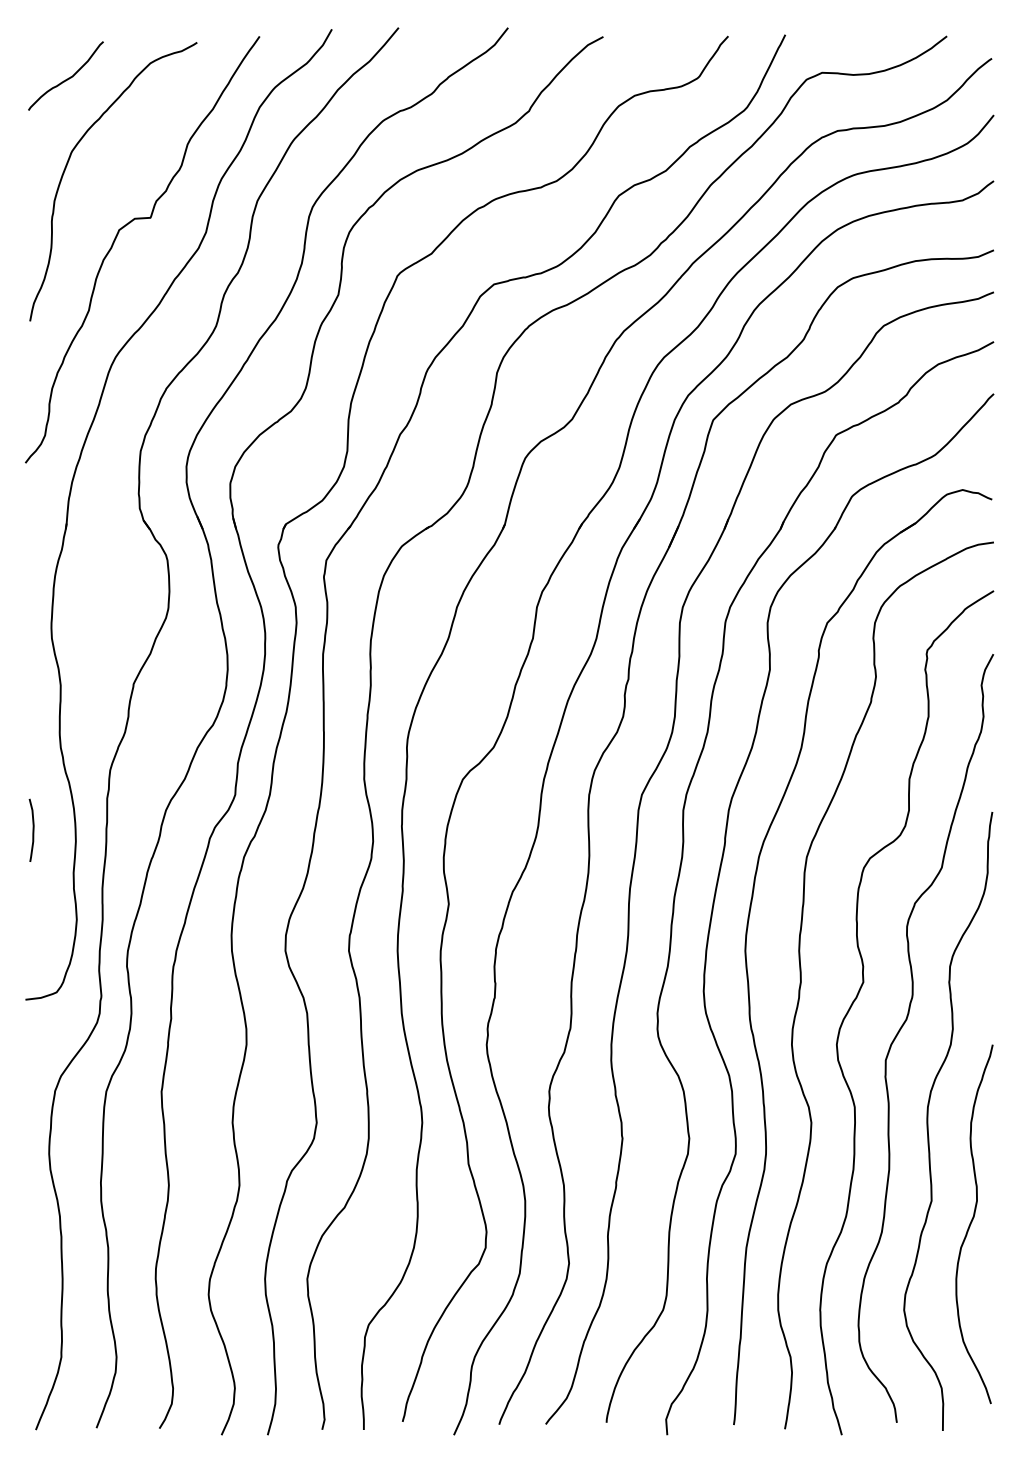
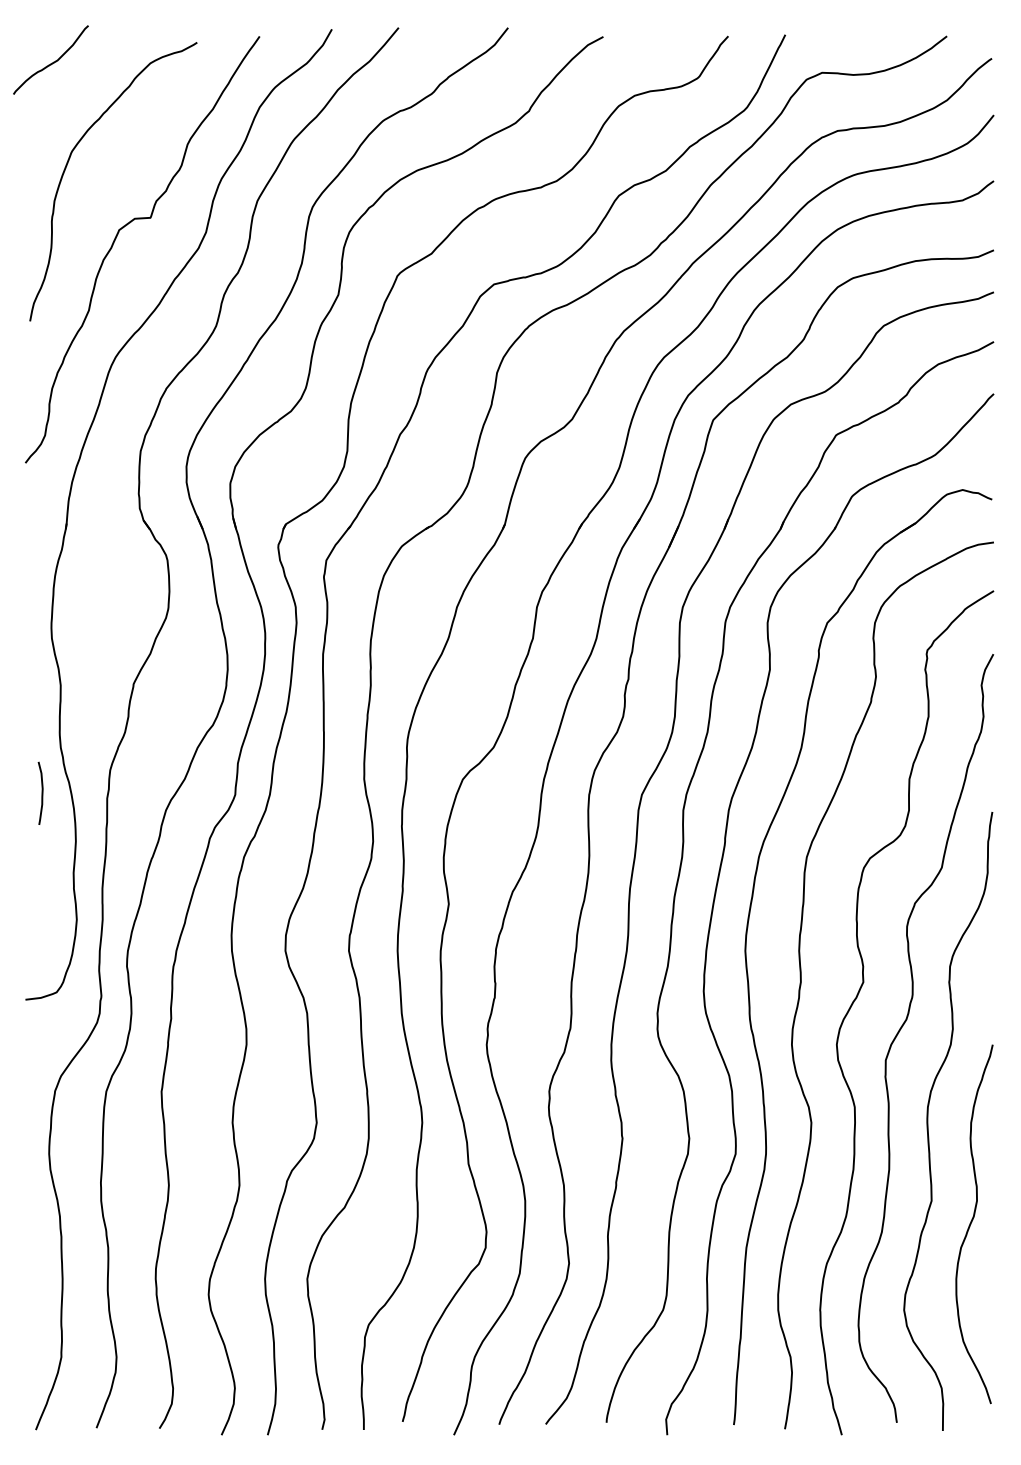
curve at (68, 77) position: (68, 77) -> (53, 61)
curve at (32, 829) position: (32, 829) -> (41, 792)
